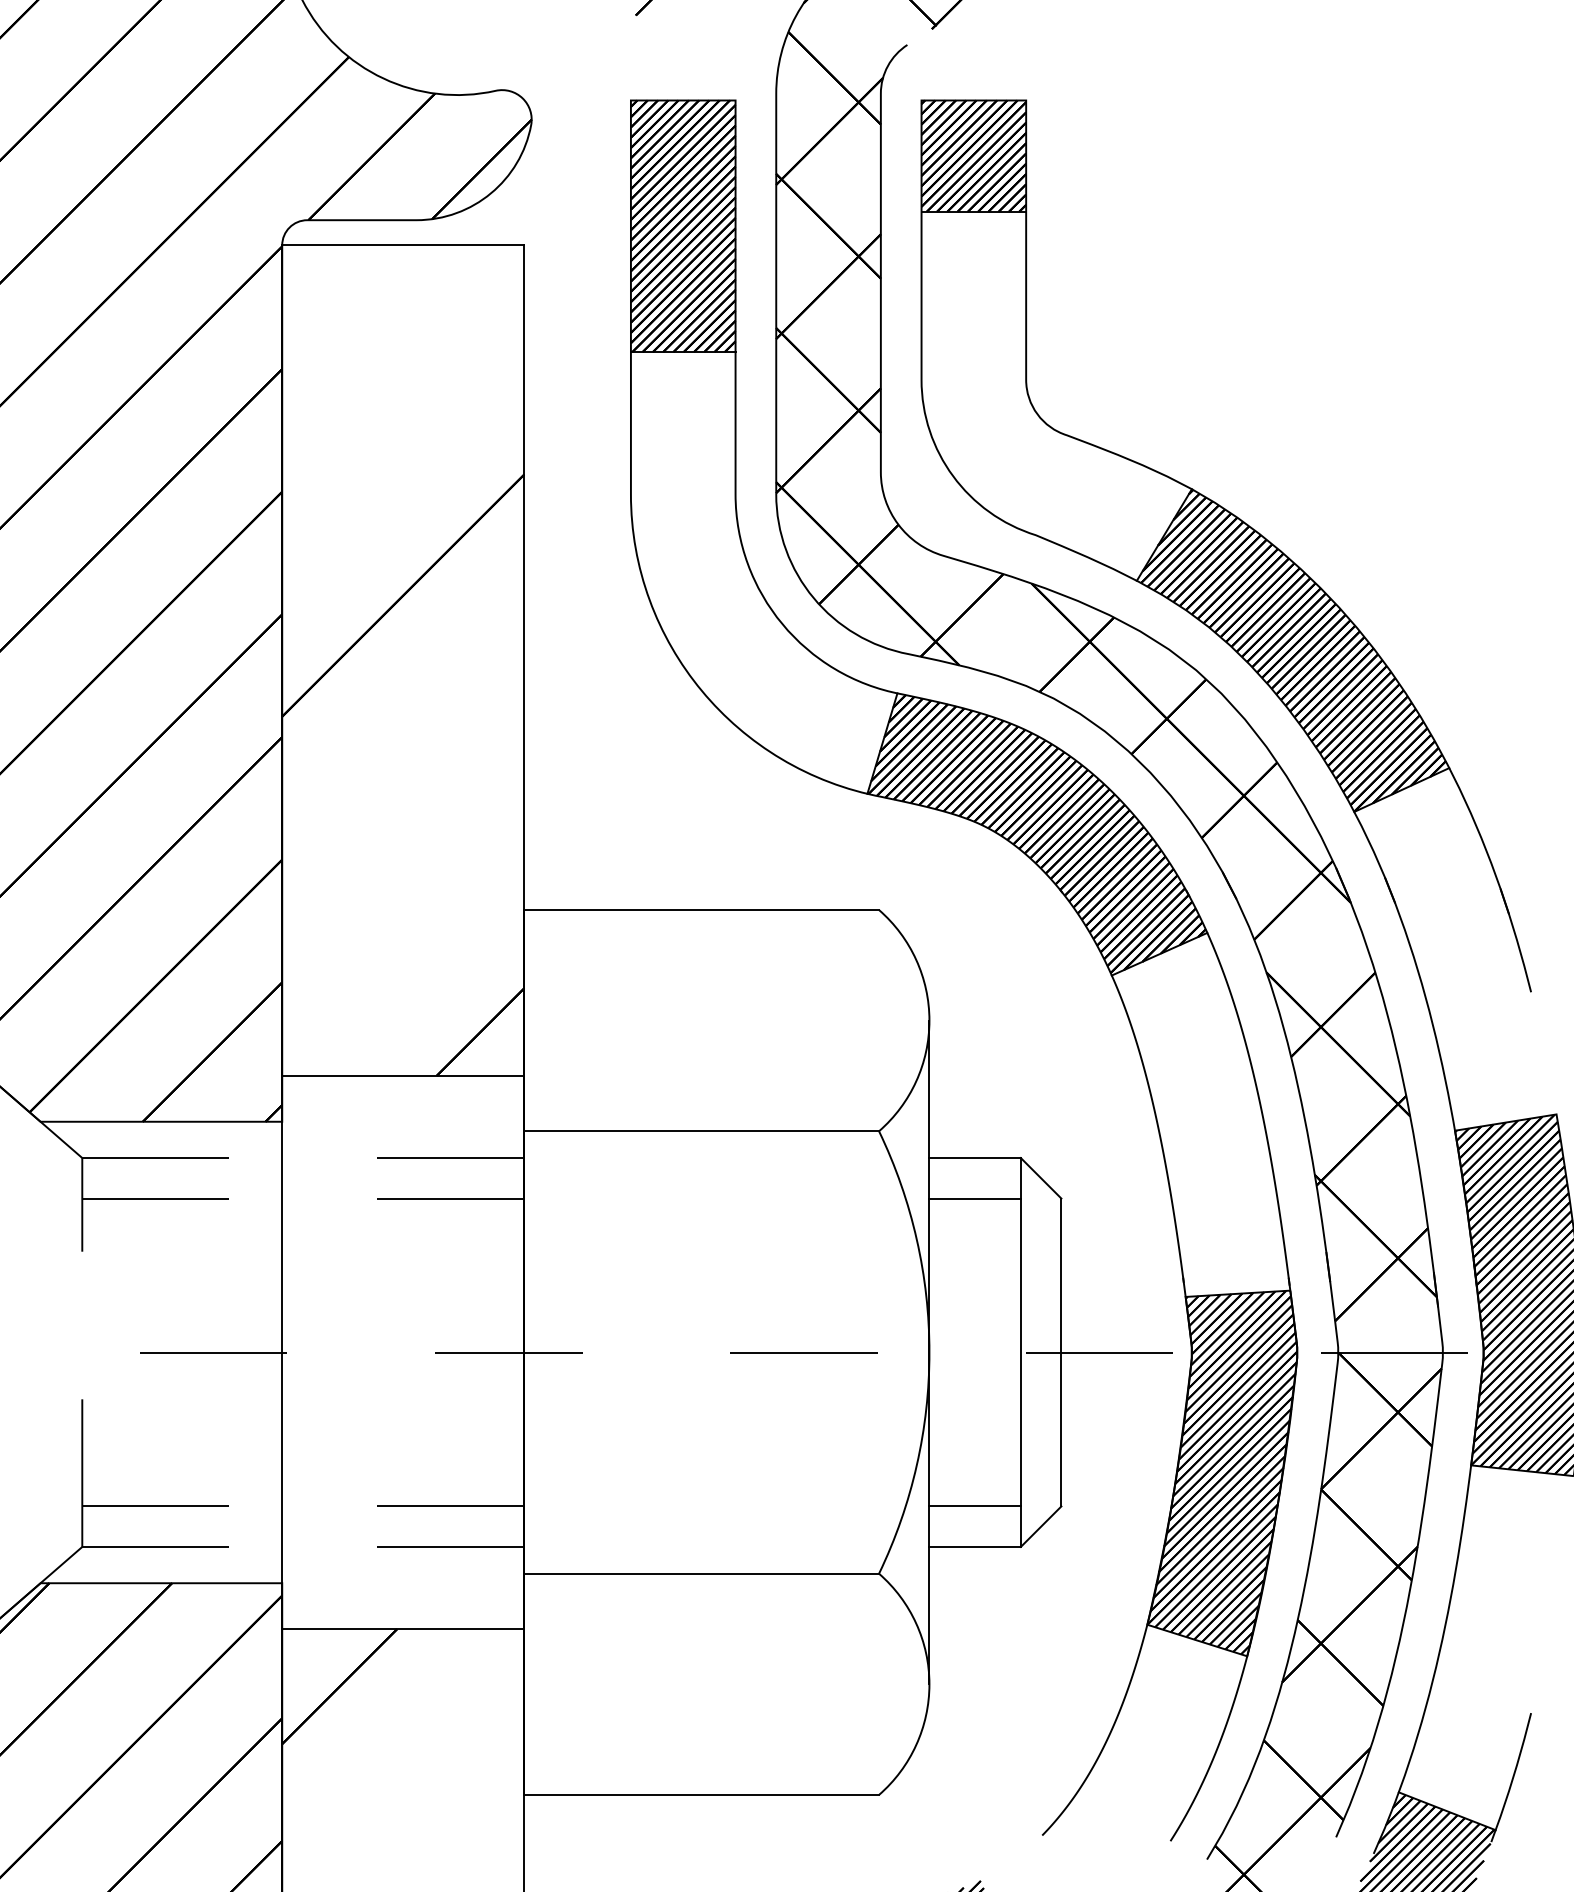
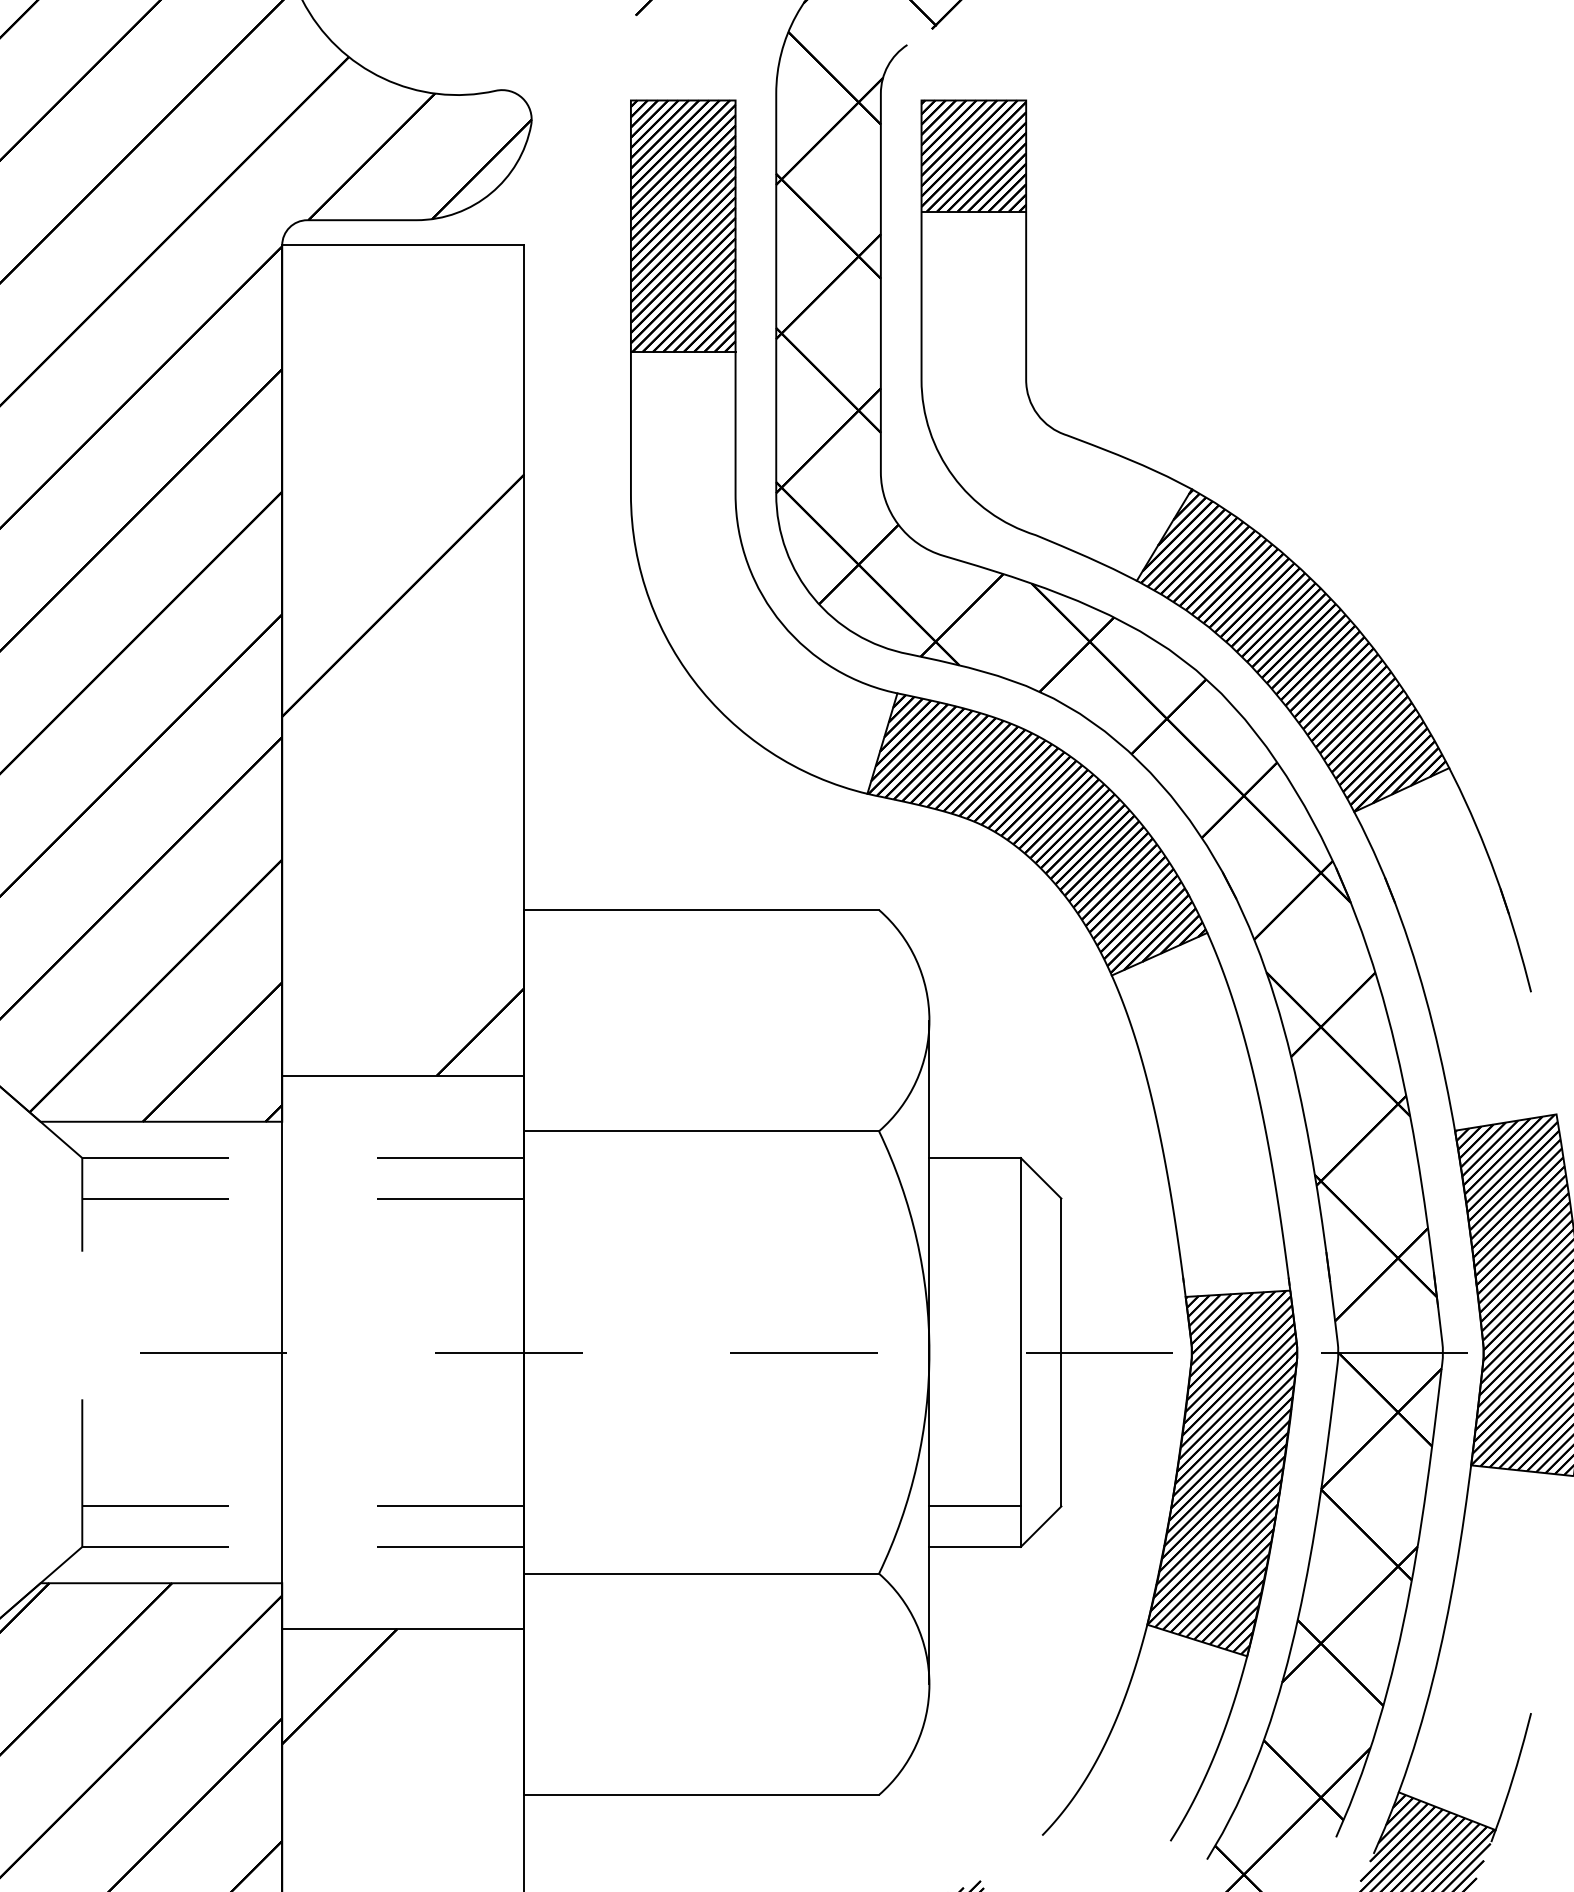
line at (974, 1198): present -> none
